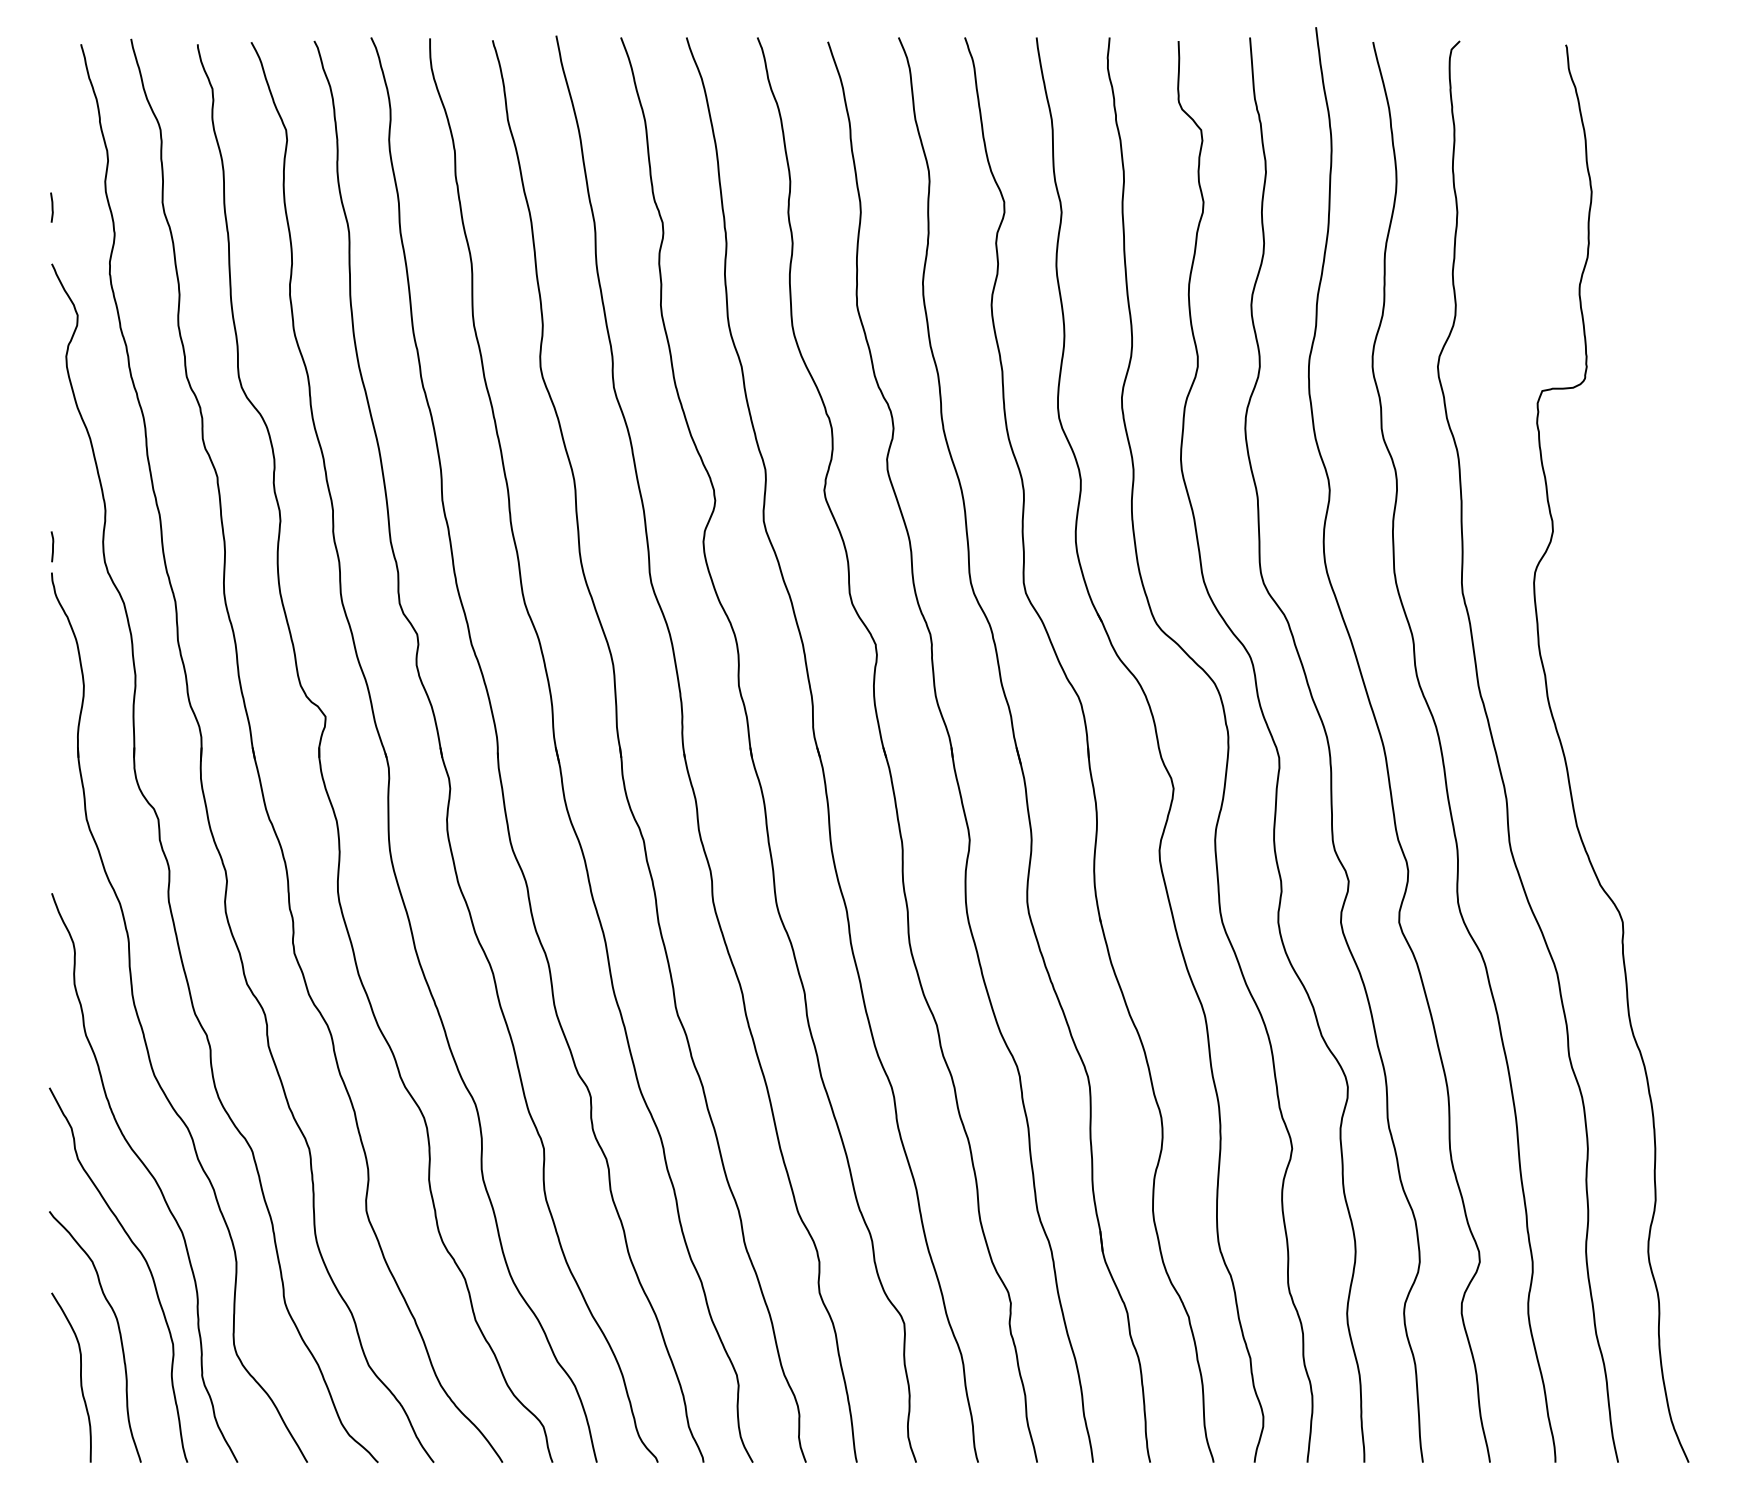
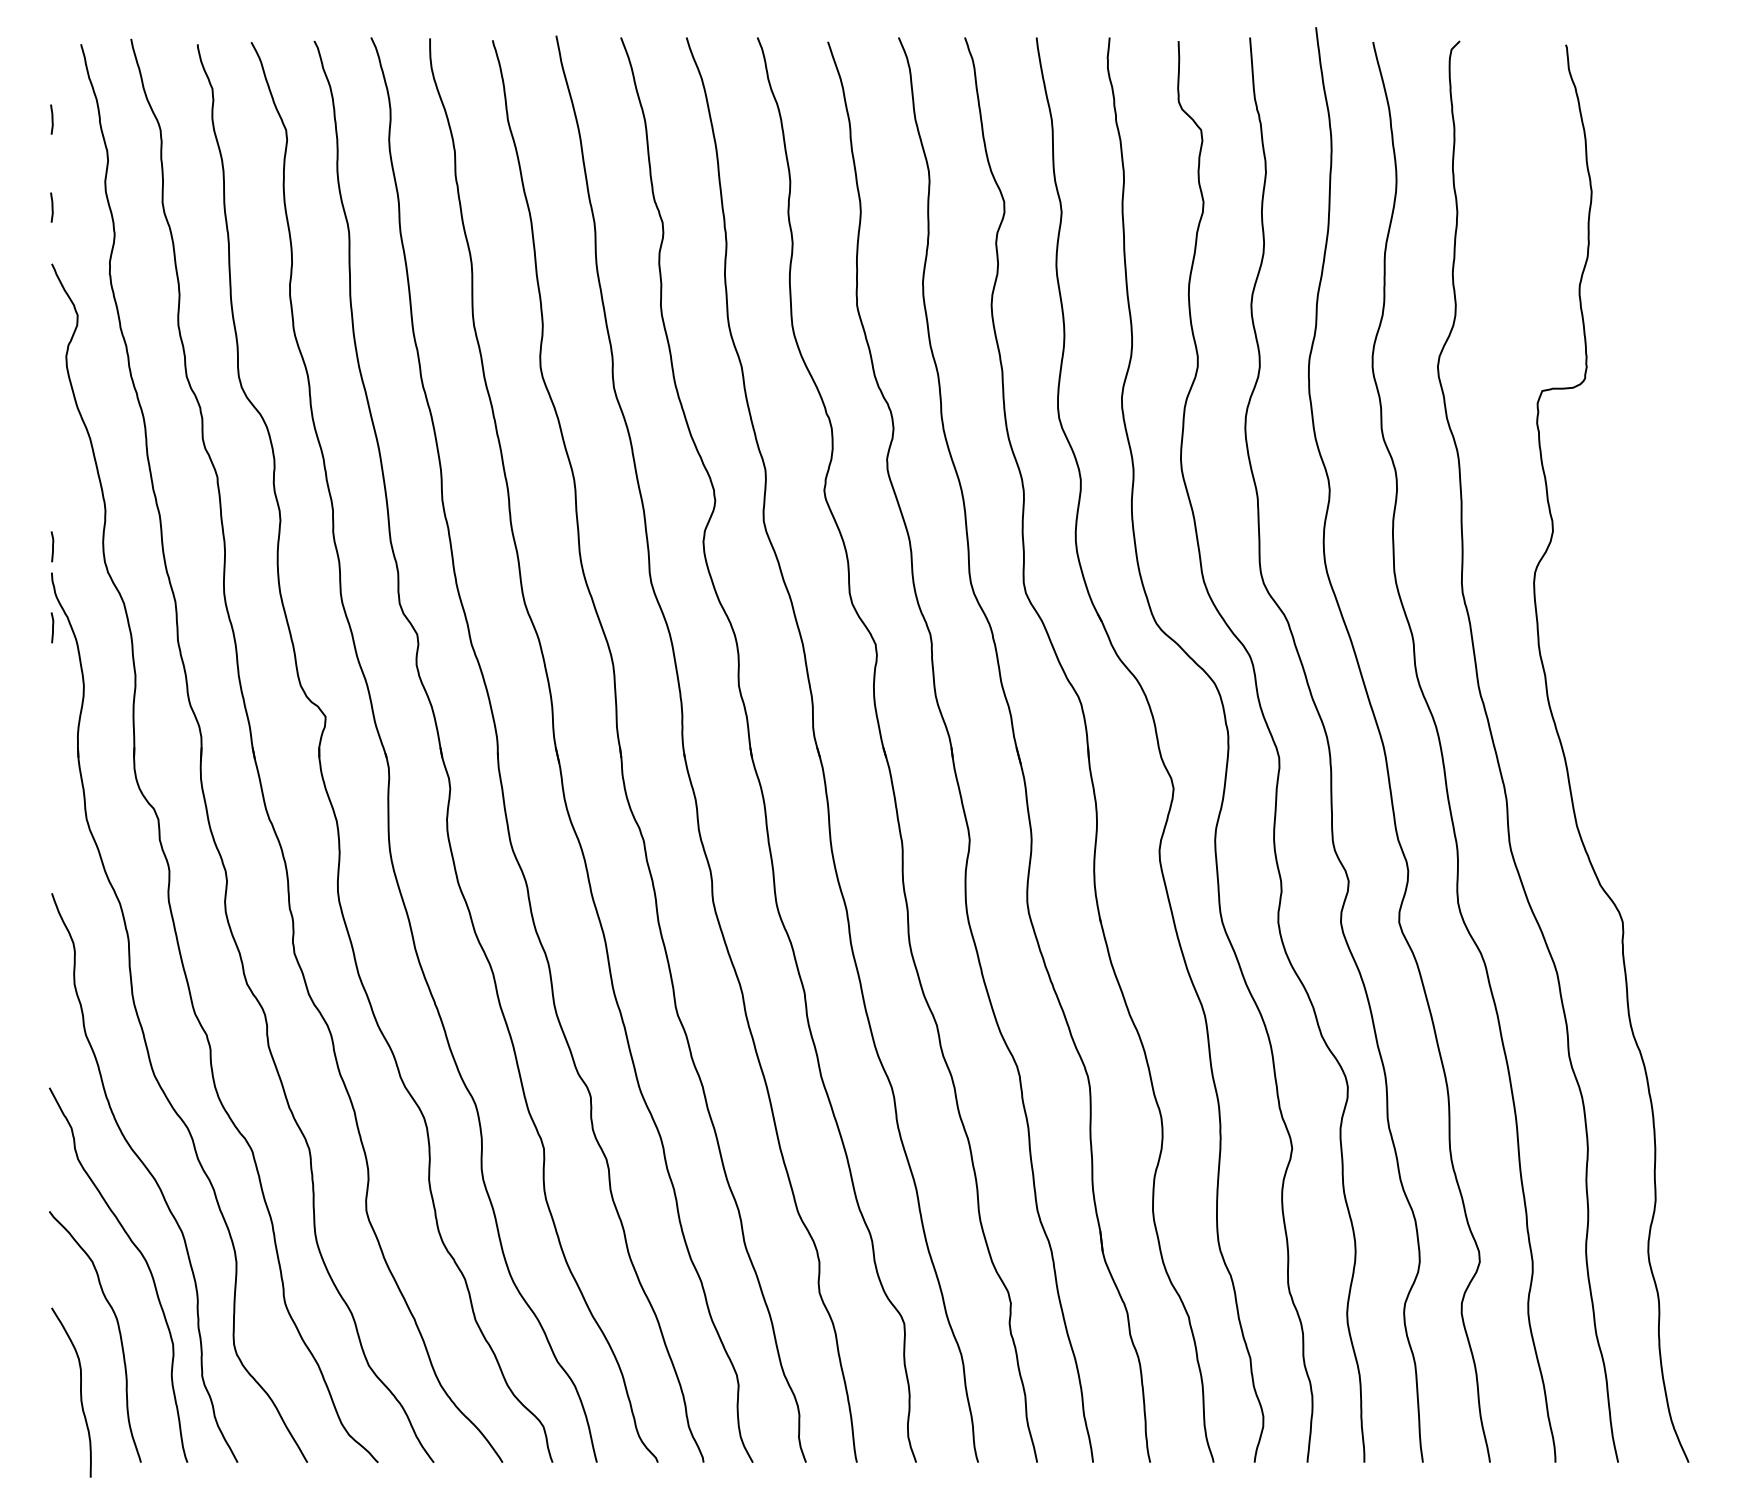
line at (51, 119): none -> present
curve at (52, 627): none -> present
curve at (80, 1377) position: (80, 1377) -> (80, 1392)
